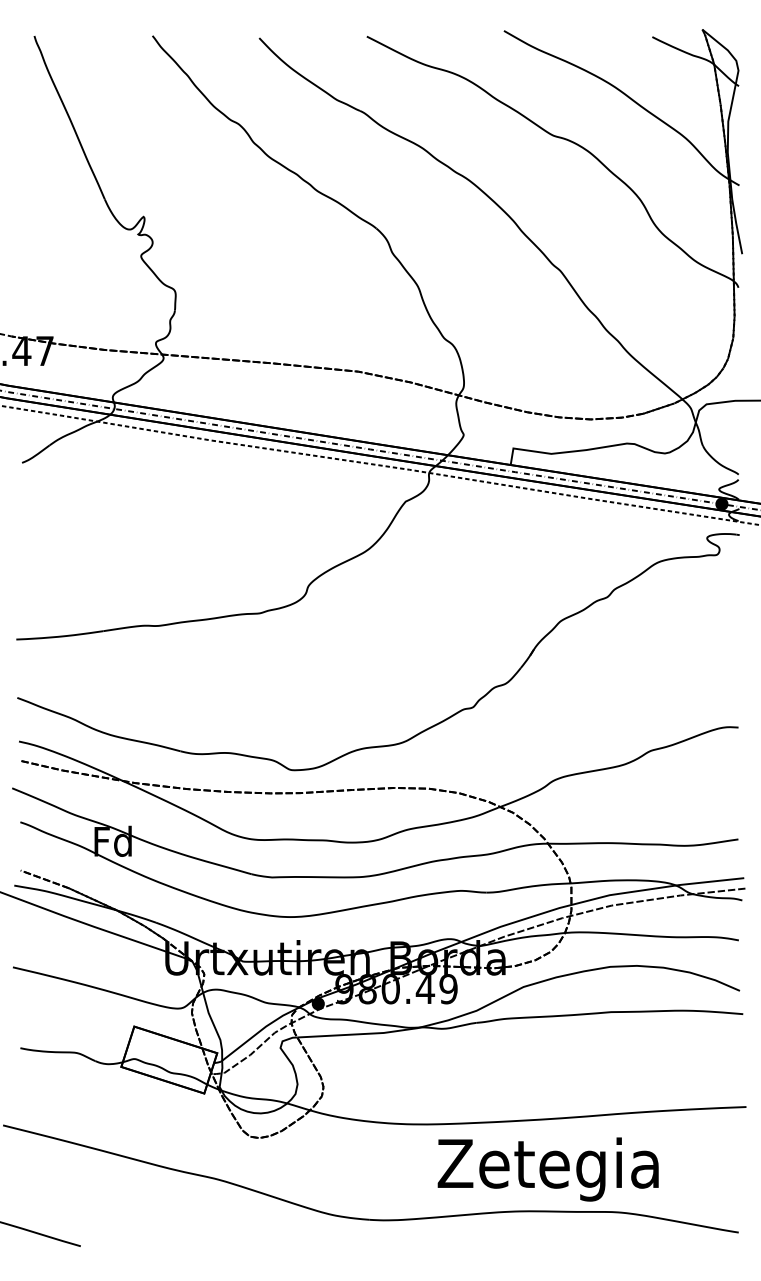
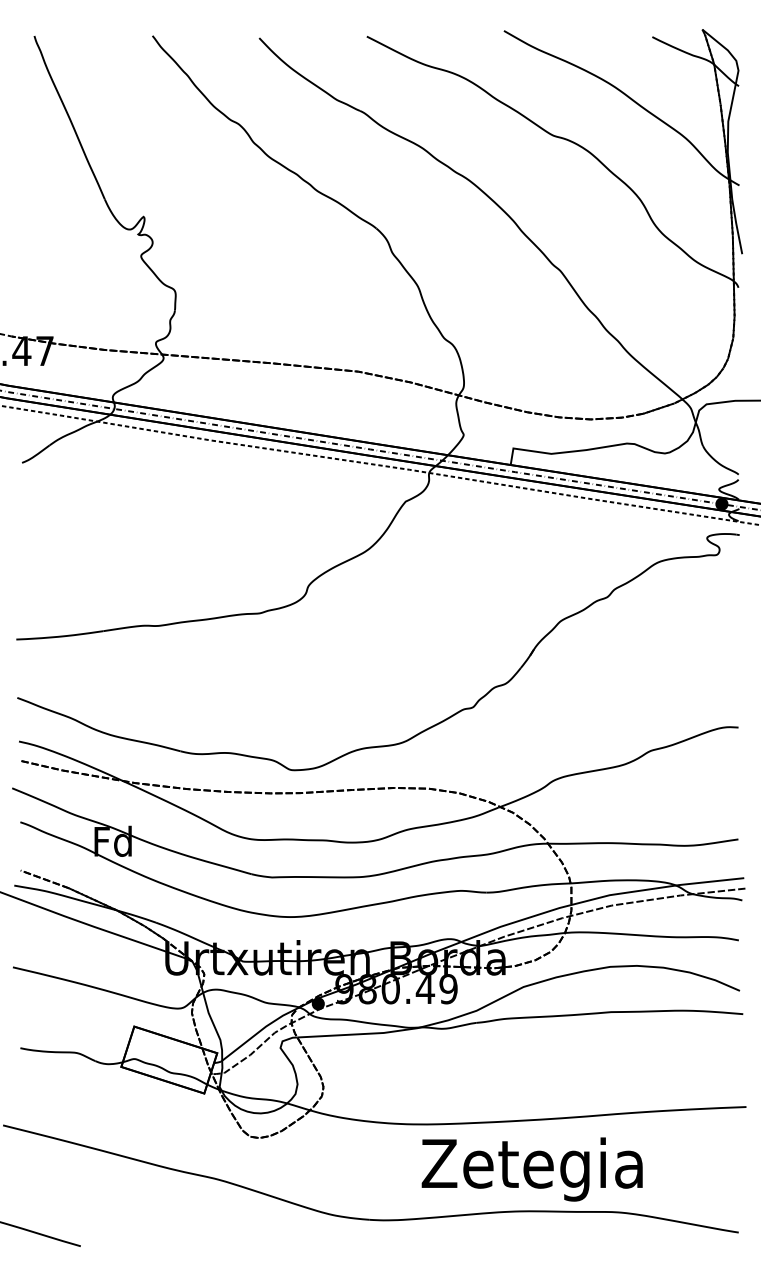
text at (547, 1169) position: (547, 1169) -> (531, 1169)
